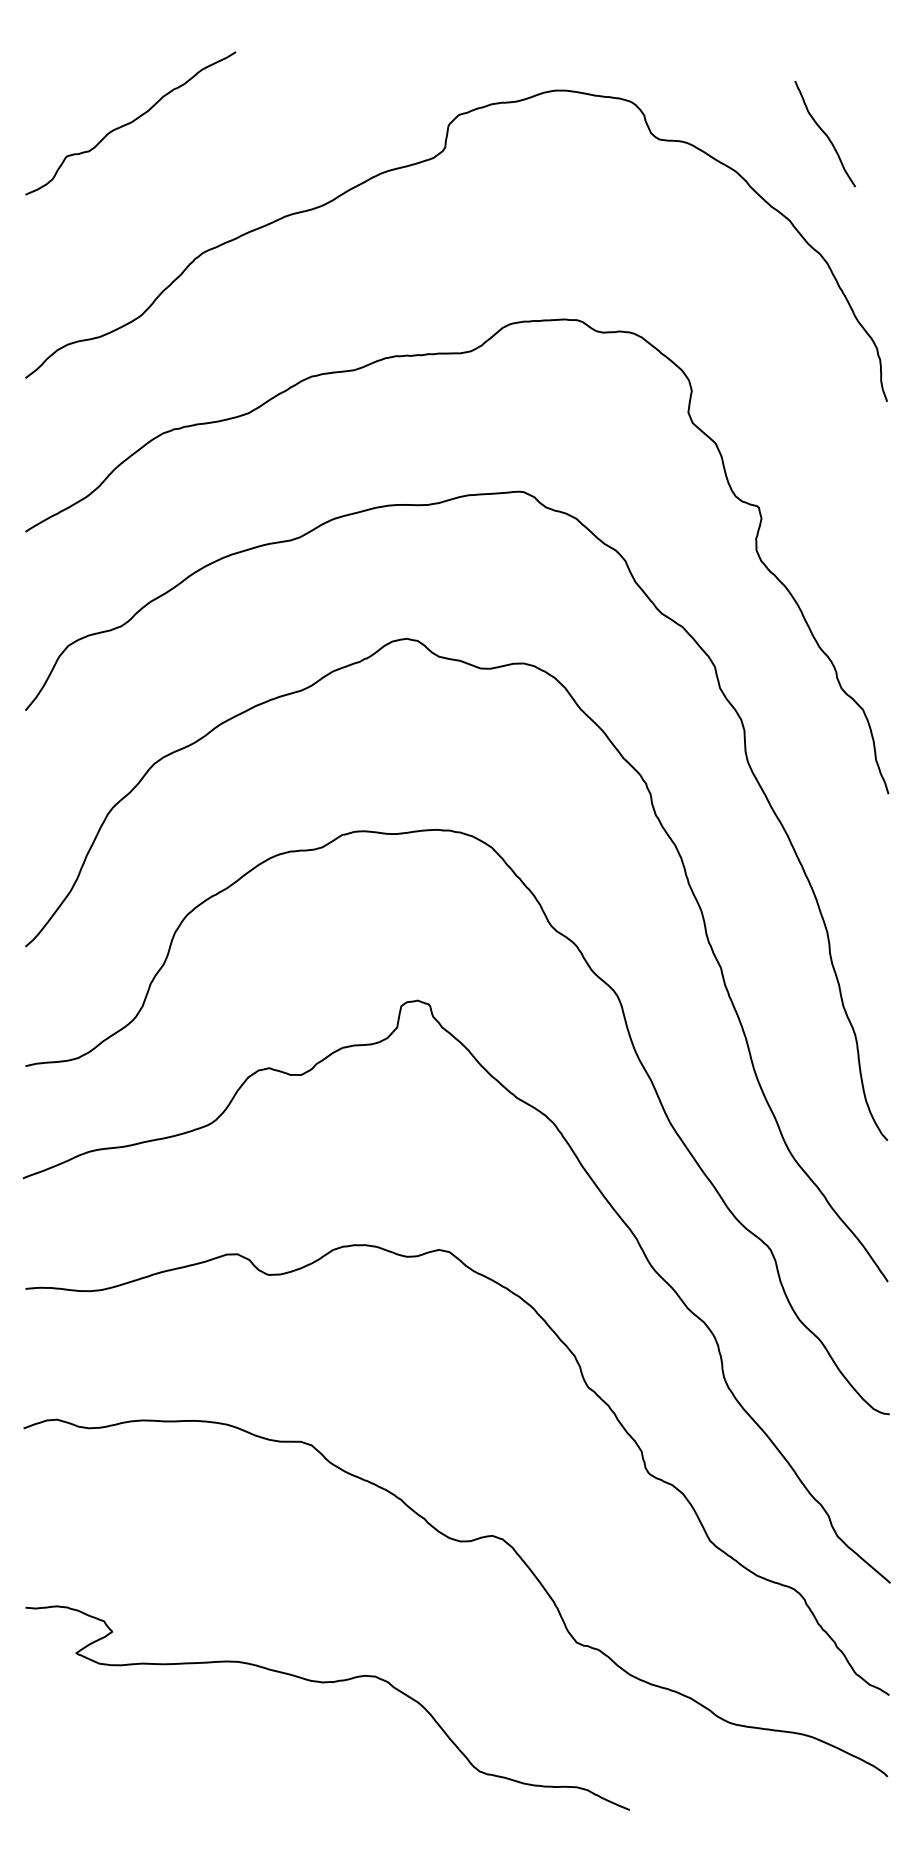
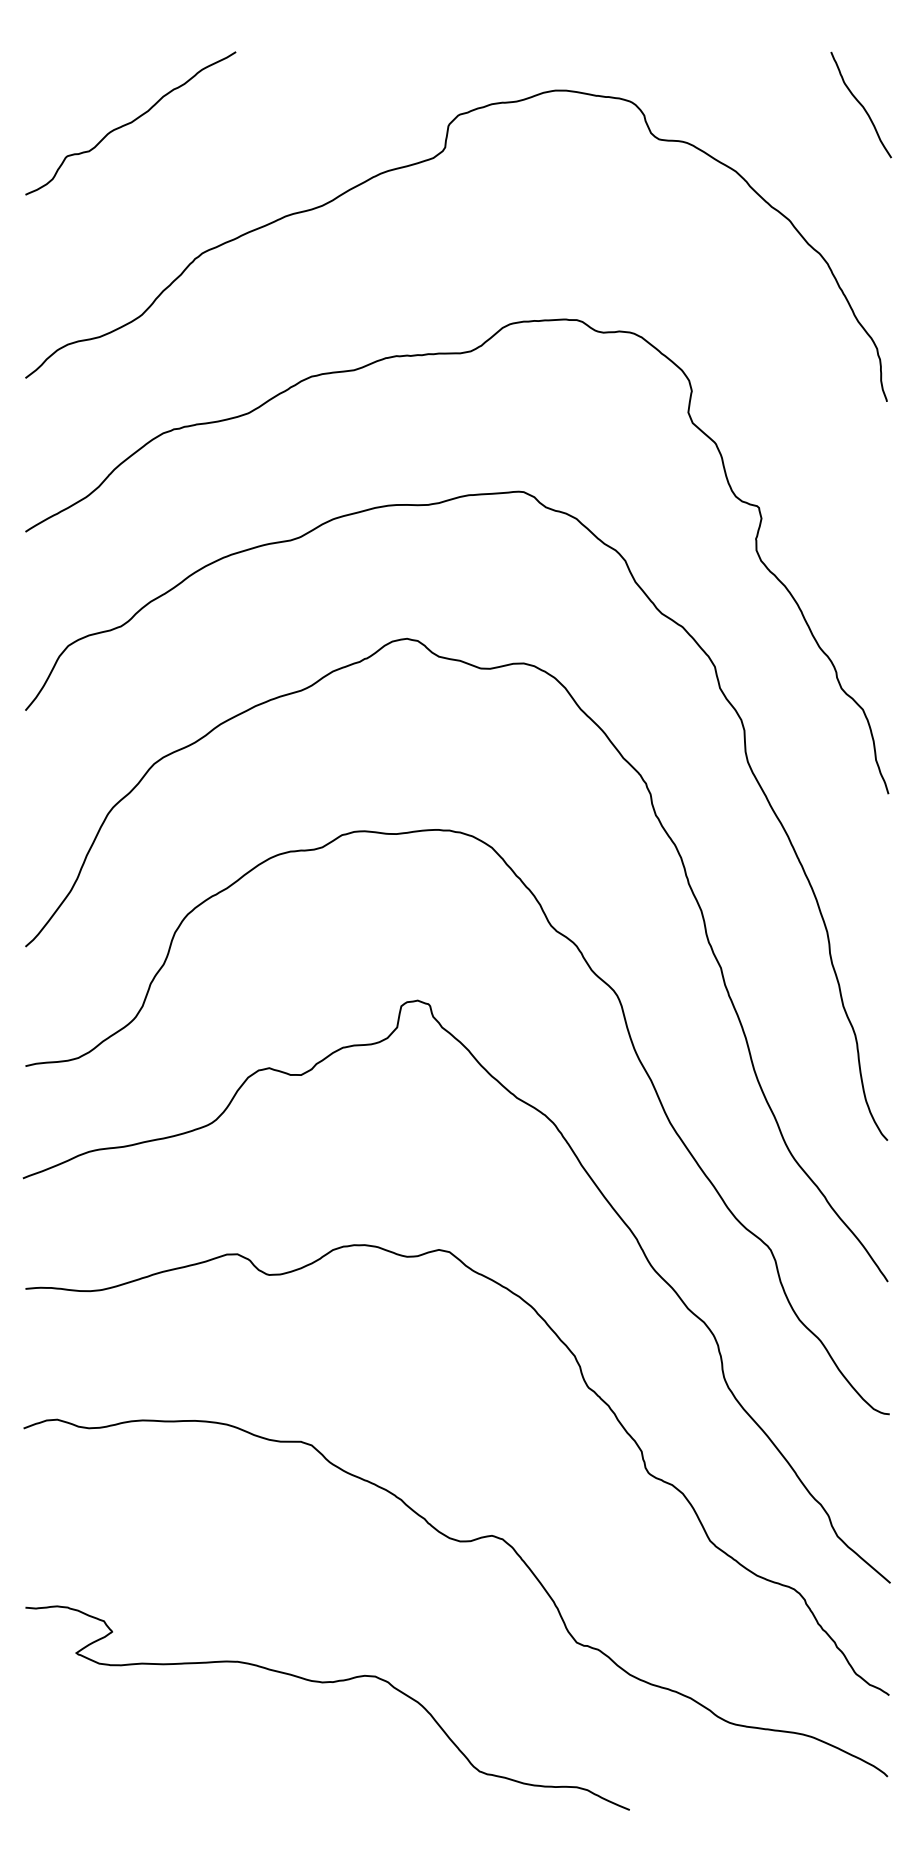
curve at (824, 133) position: (824, 133) -> (860, 104)
